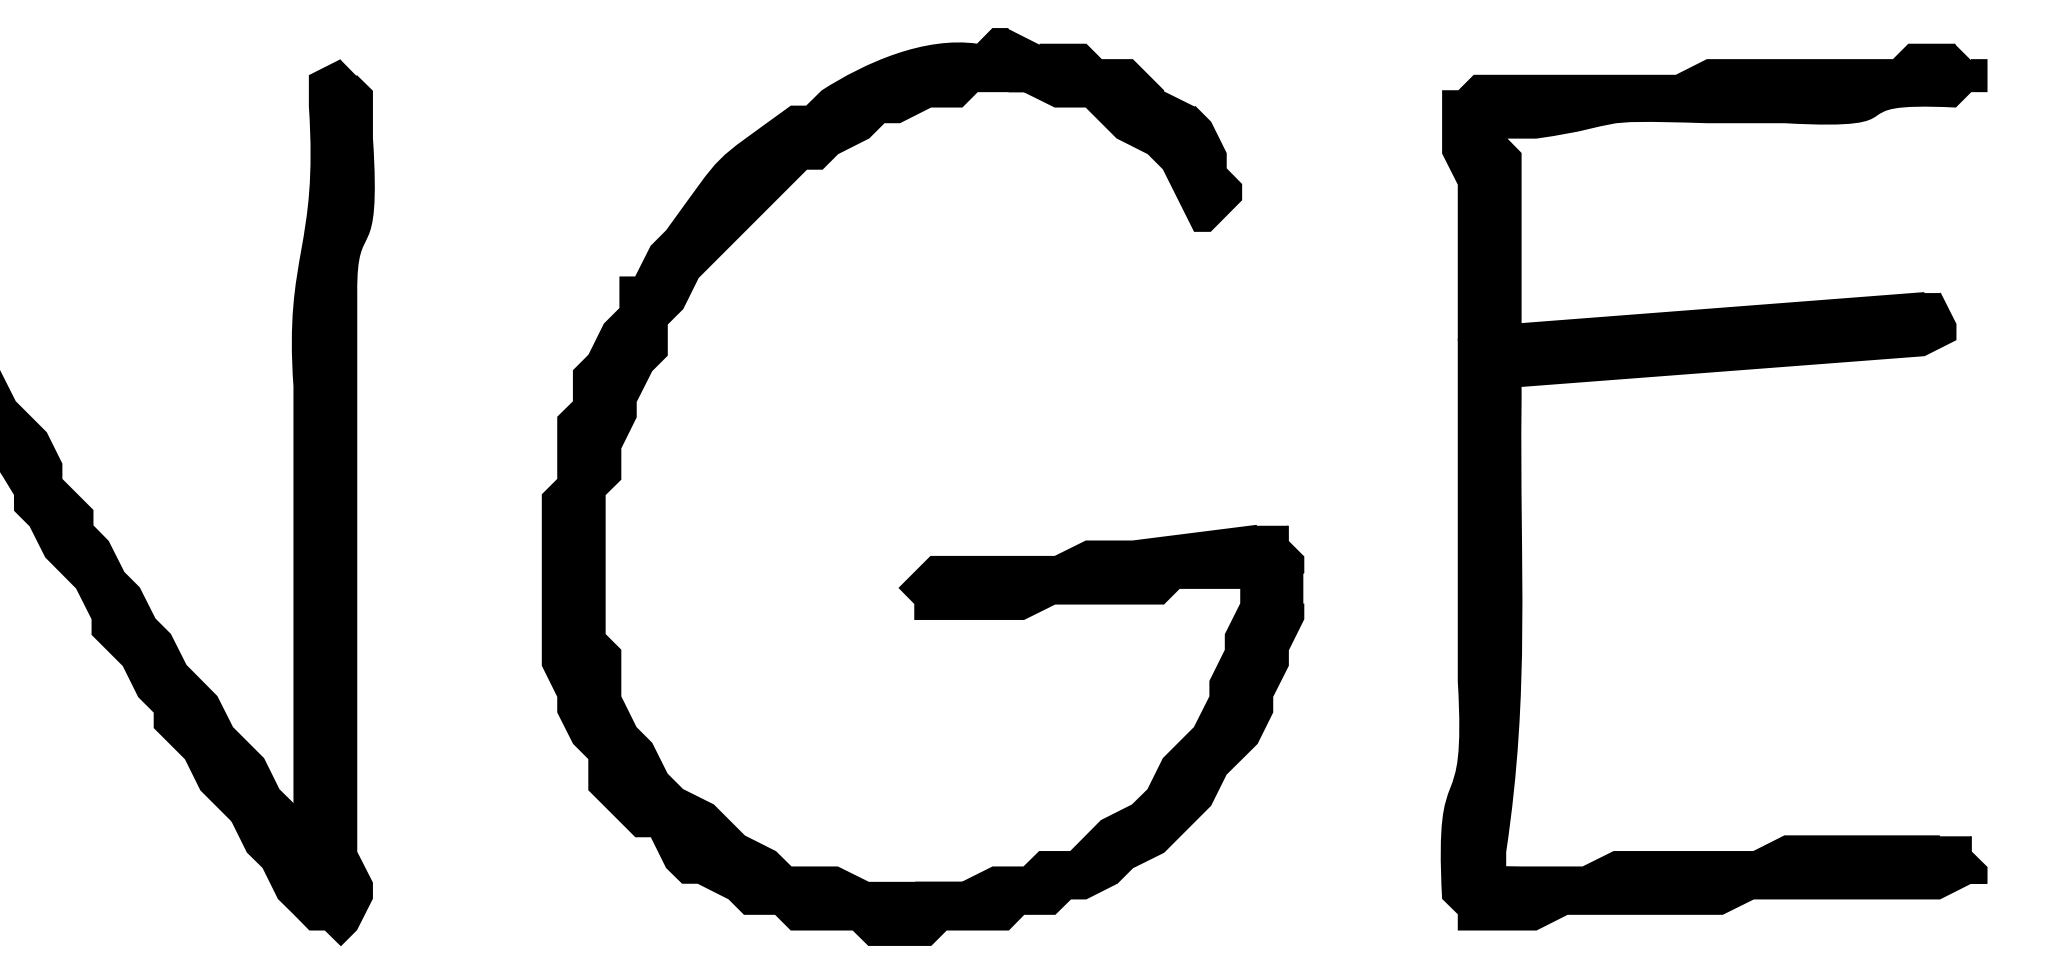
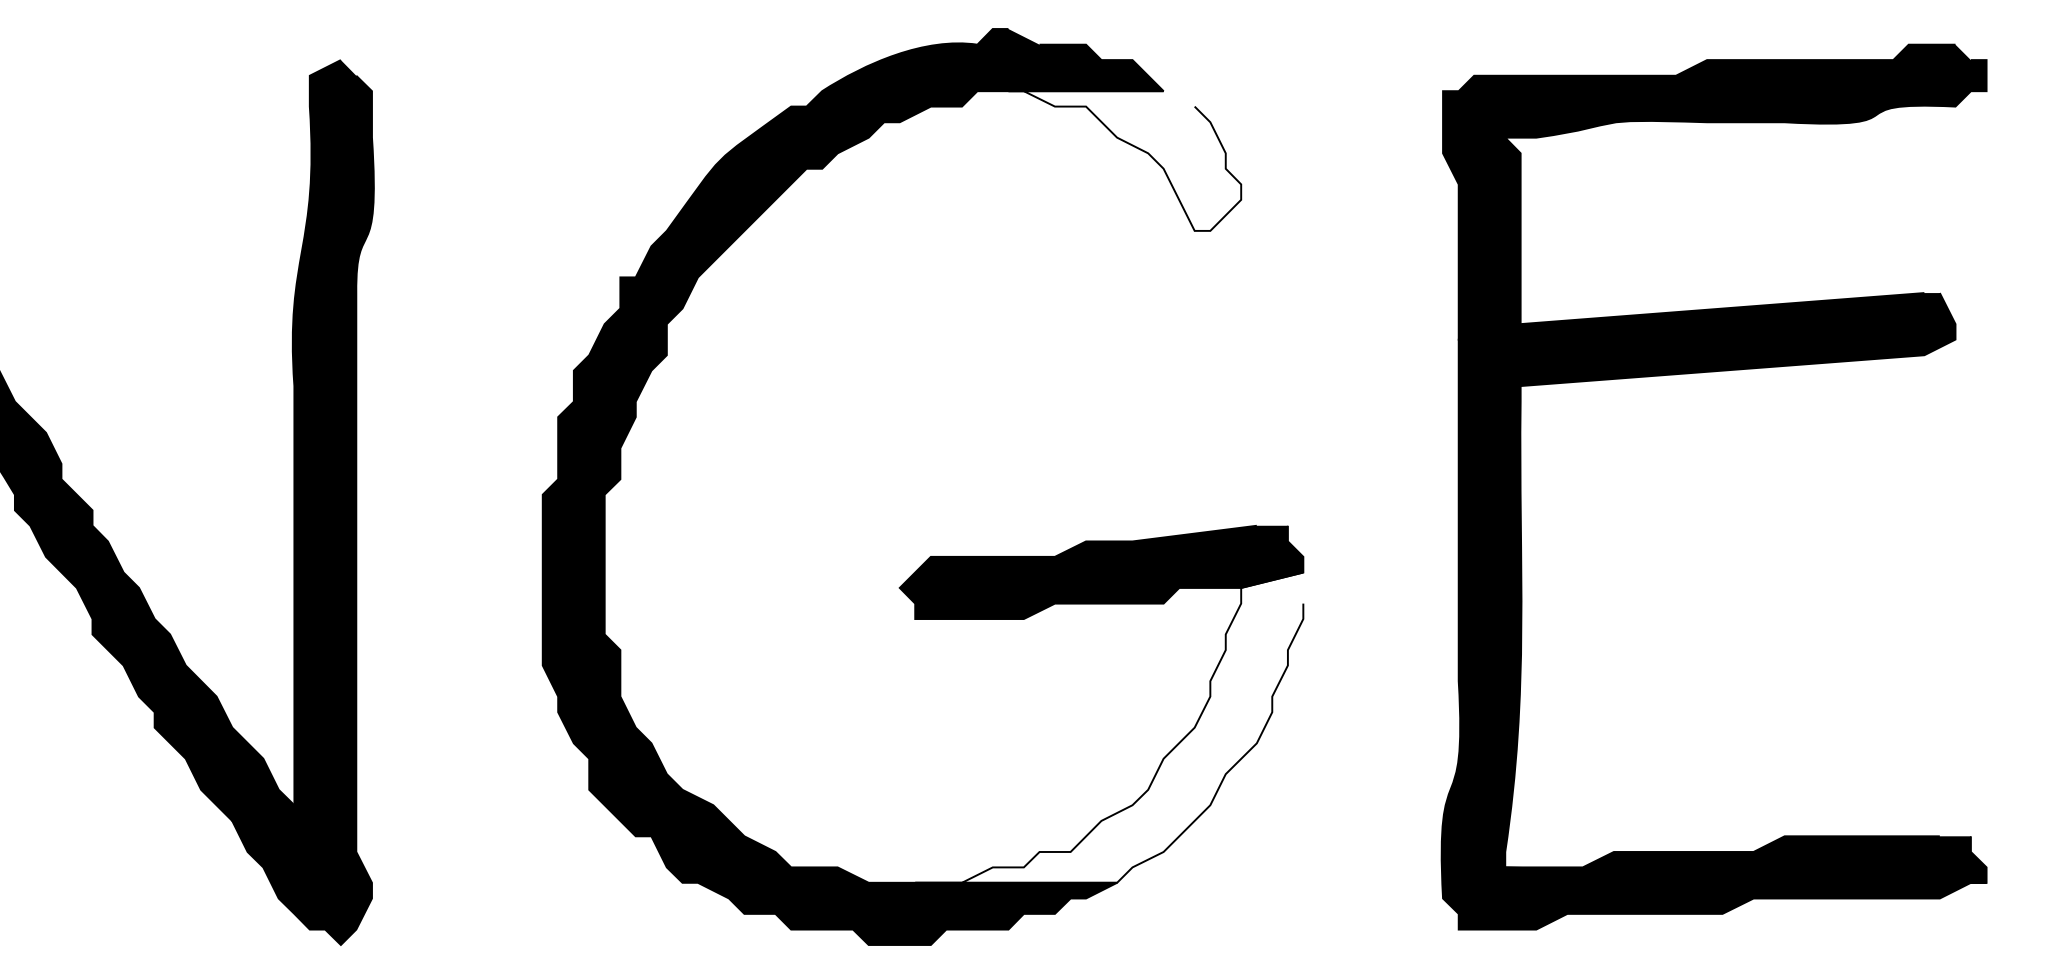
fill at (1124, 160): present -> none
fill at (1109, 727): present -> none
